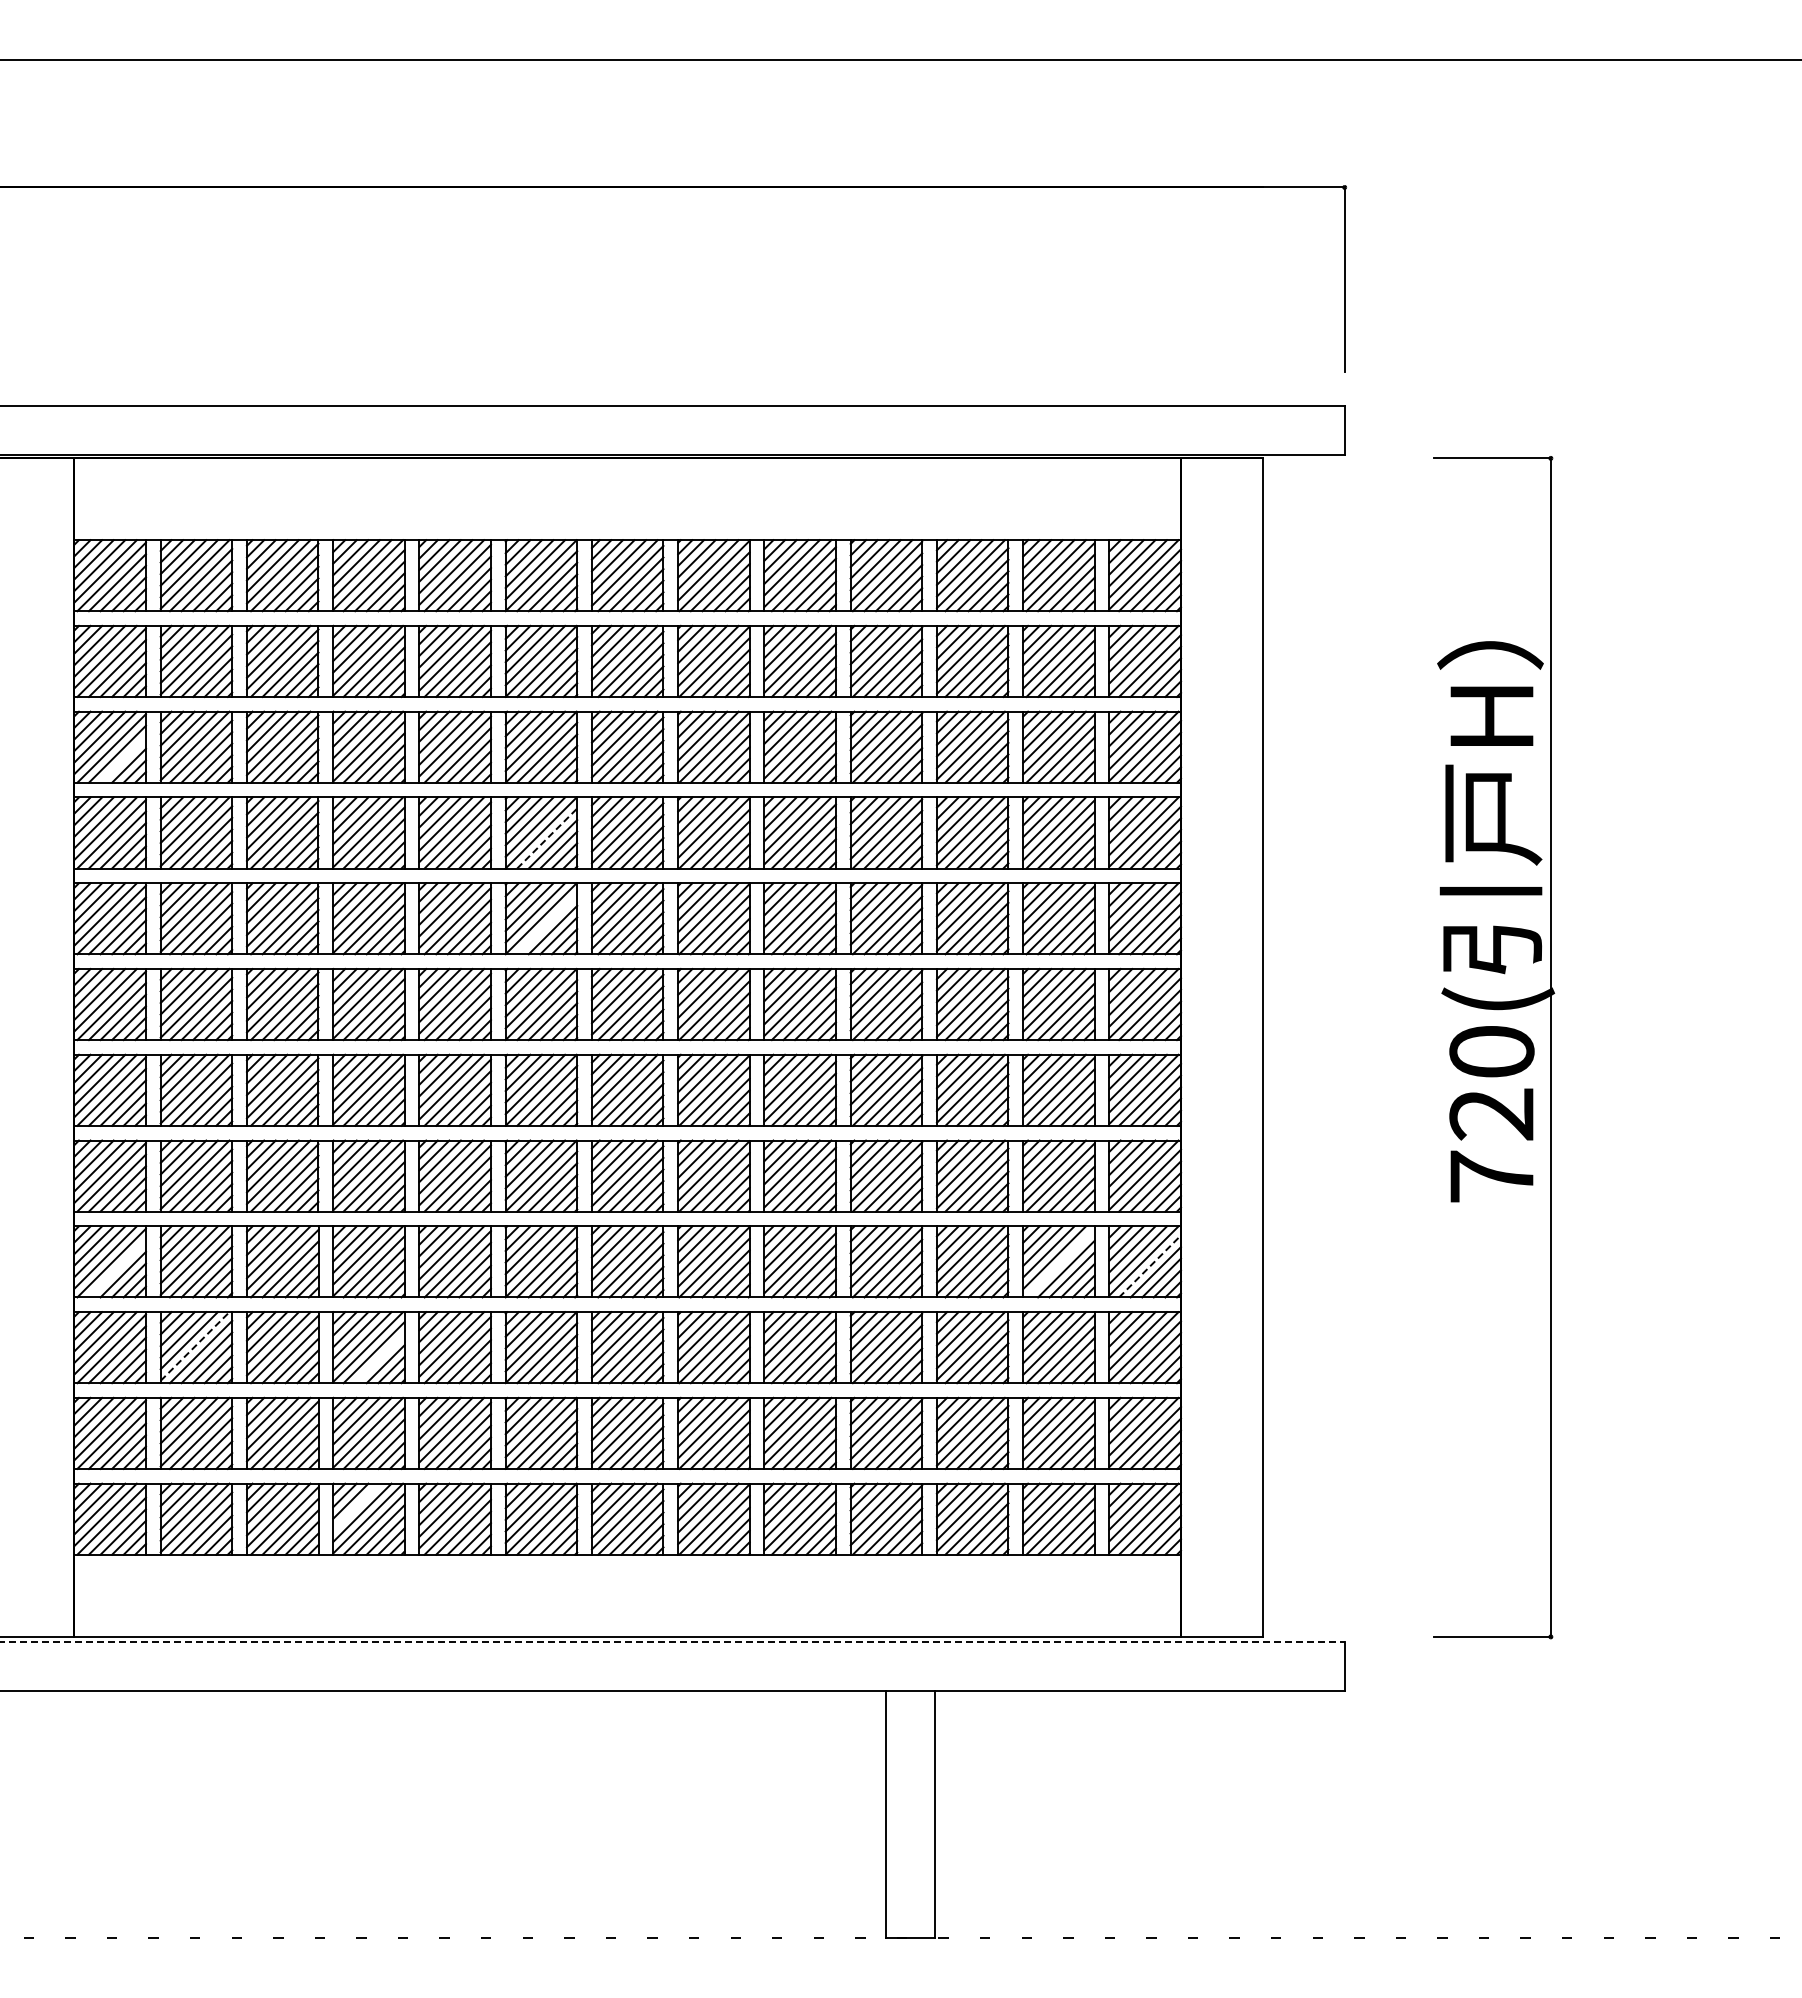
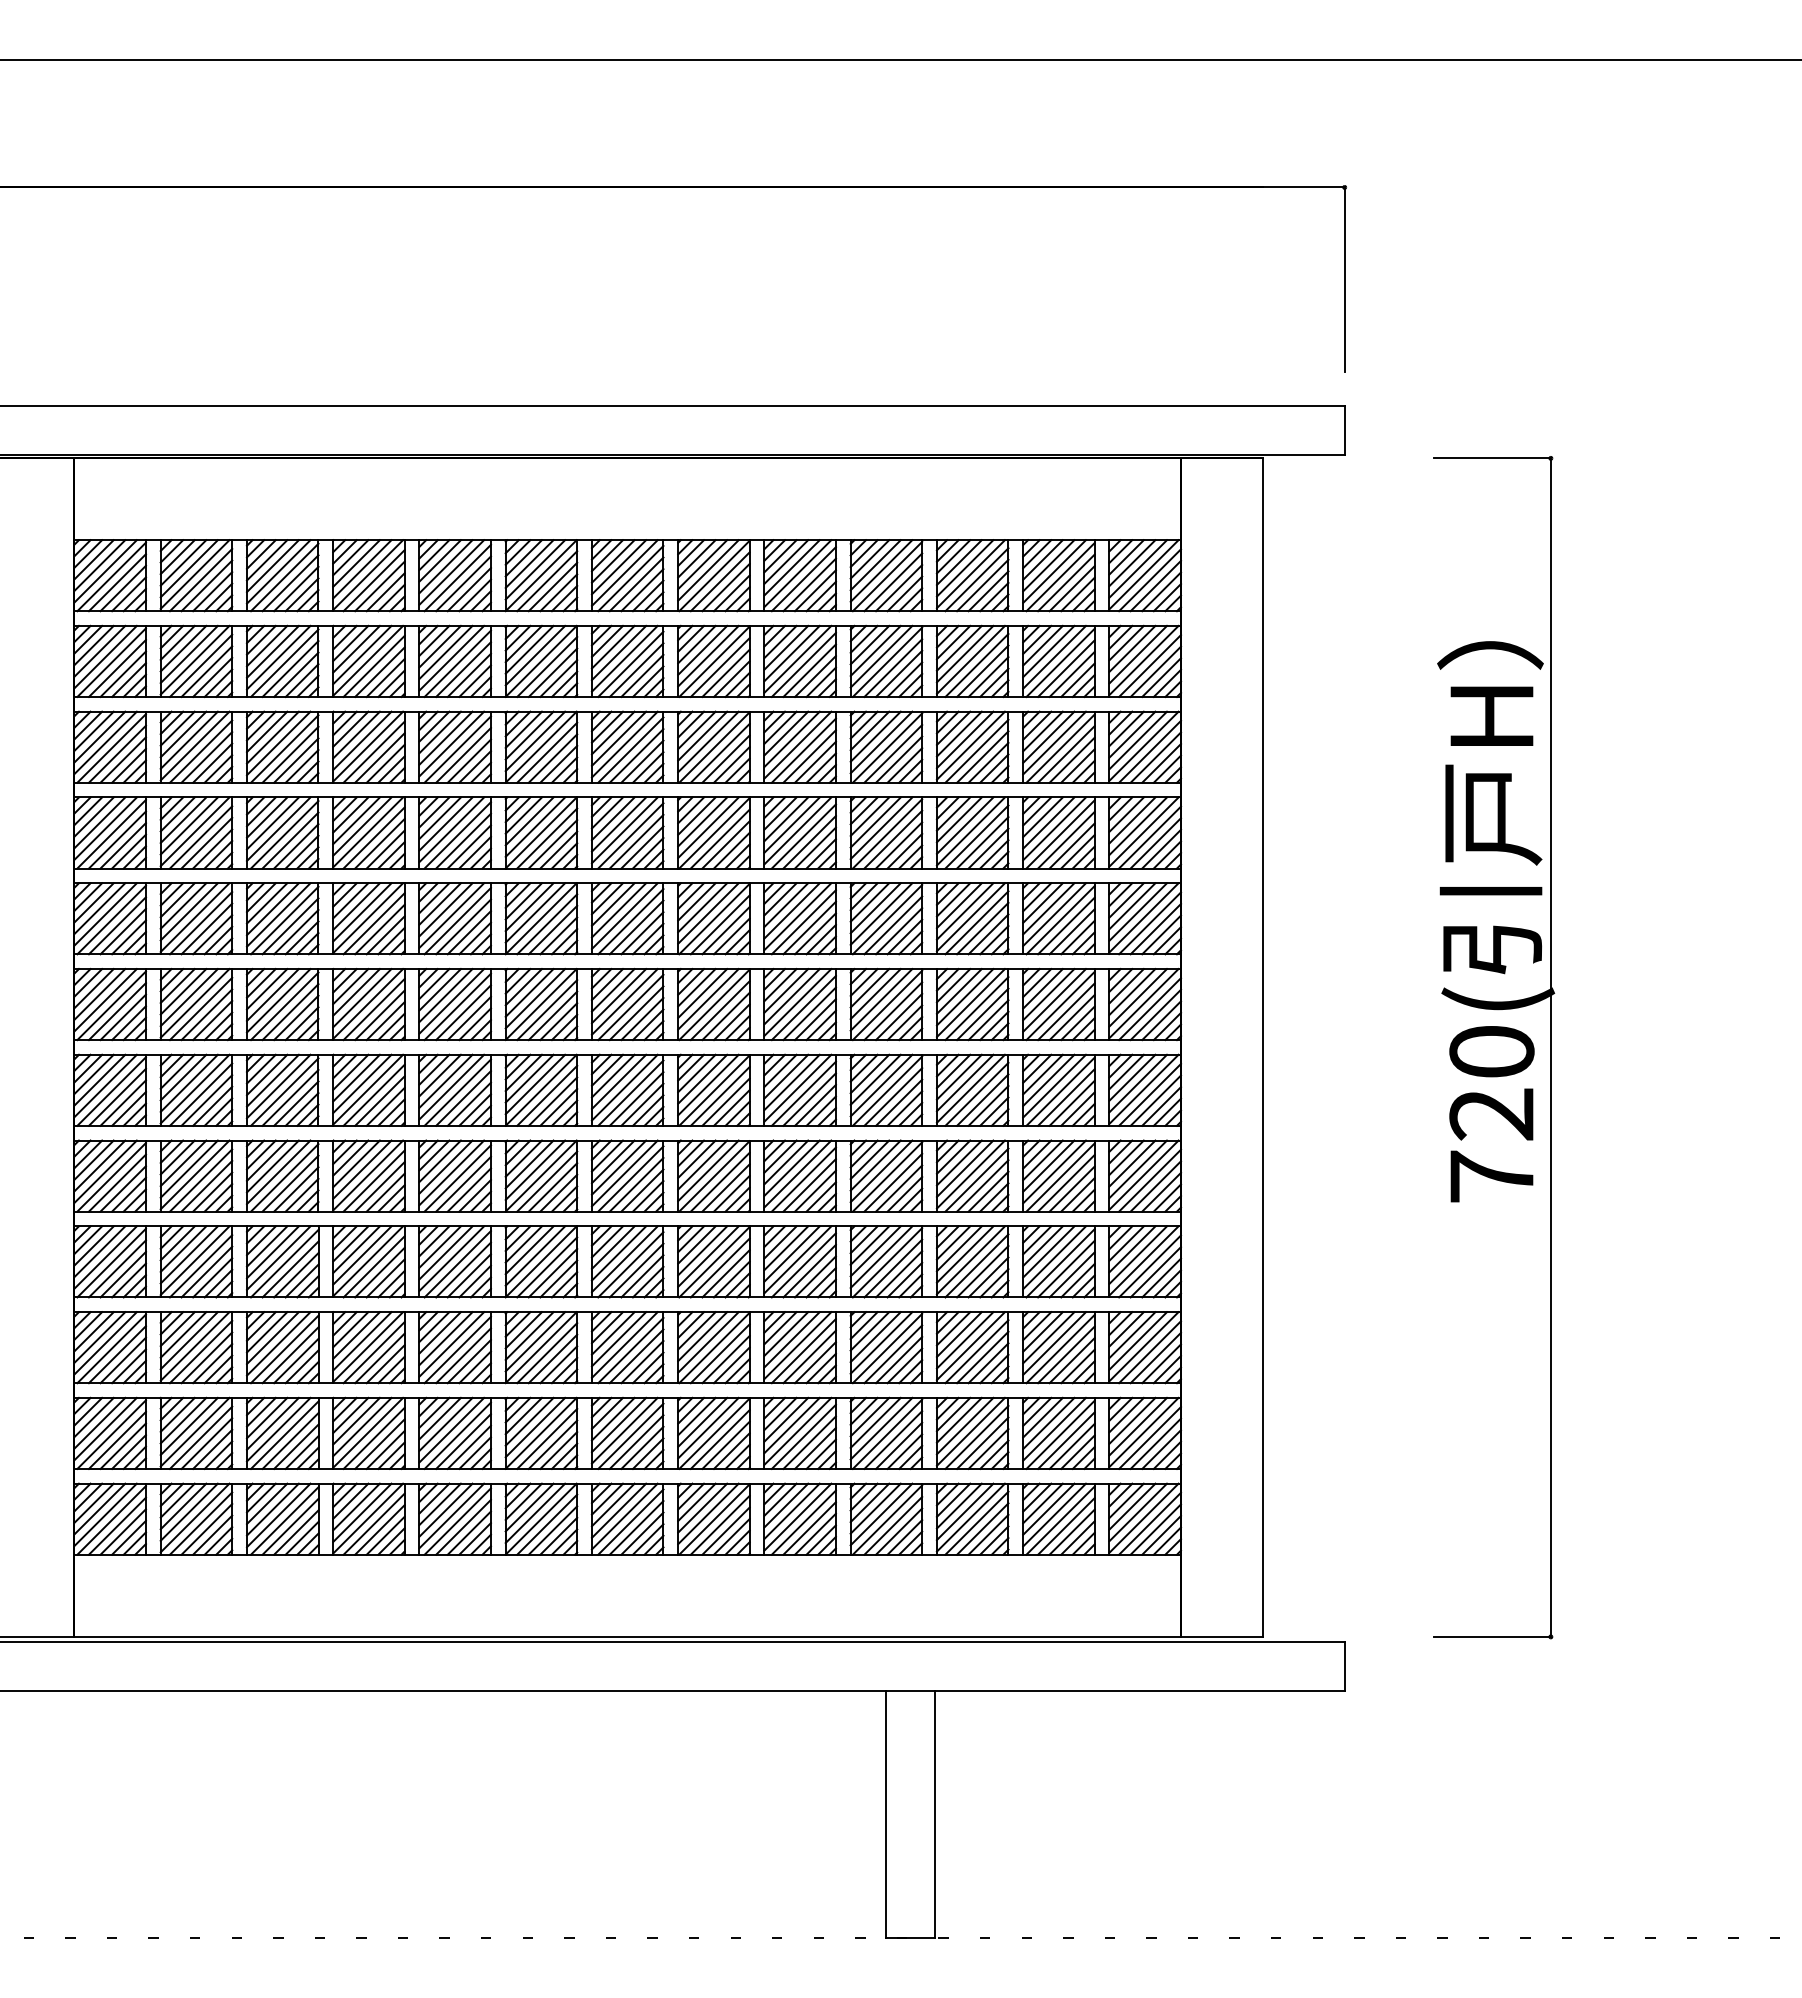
line at (122, 759): none -> present
line at (547, 838): dashed -> solid
line at (547, 924): none -> present
line at (1060, 1263): none -> present
line at (1150, 1266): dashed -> solid
line at (116, 1268): none -> present
line at (195, 1346): dashed -> solid
line at (379, 1358): none -> present
line at (356, 1506): none -> present
line at (672, 1641): dashed -> solid
